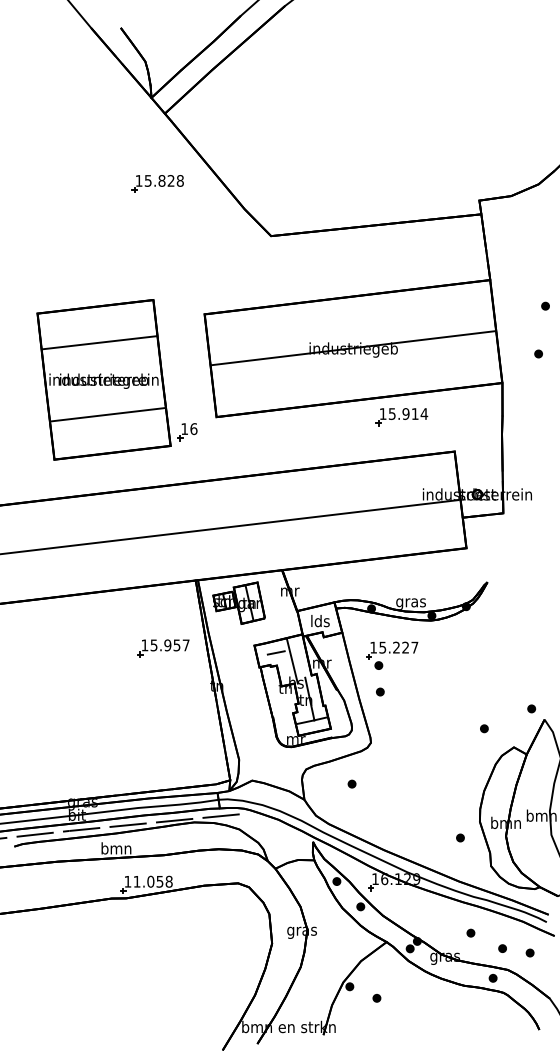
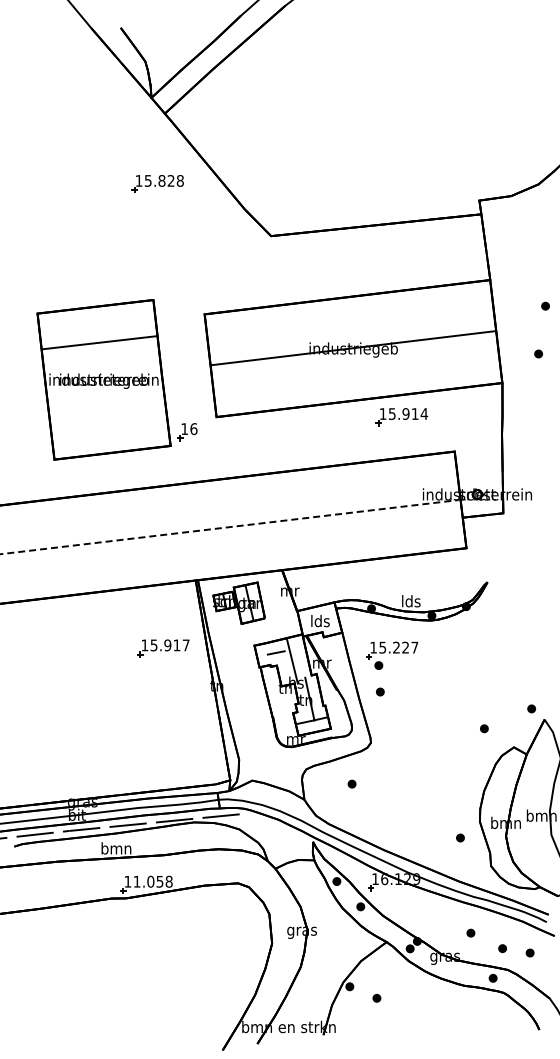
line at (107, 414): present -> none
line at (229, 527): solid -> dashed
text at (410, 602): gras -> lds
text at (176, 645): 15.957 -> 15.917
